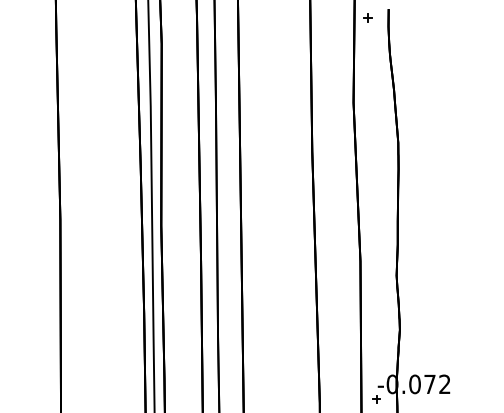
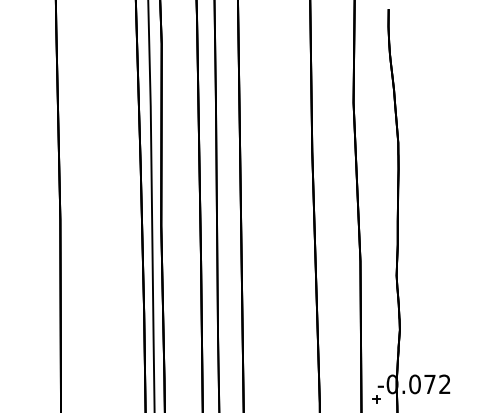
part at (367, 17): present -> none
